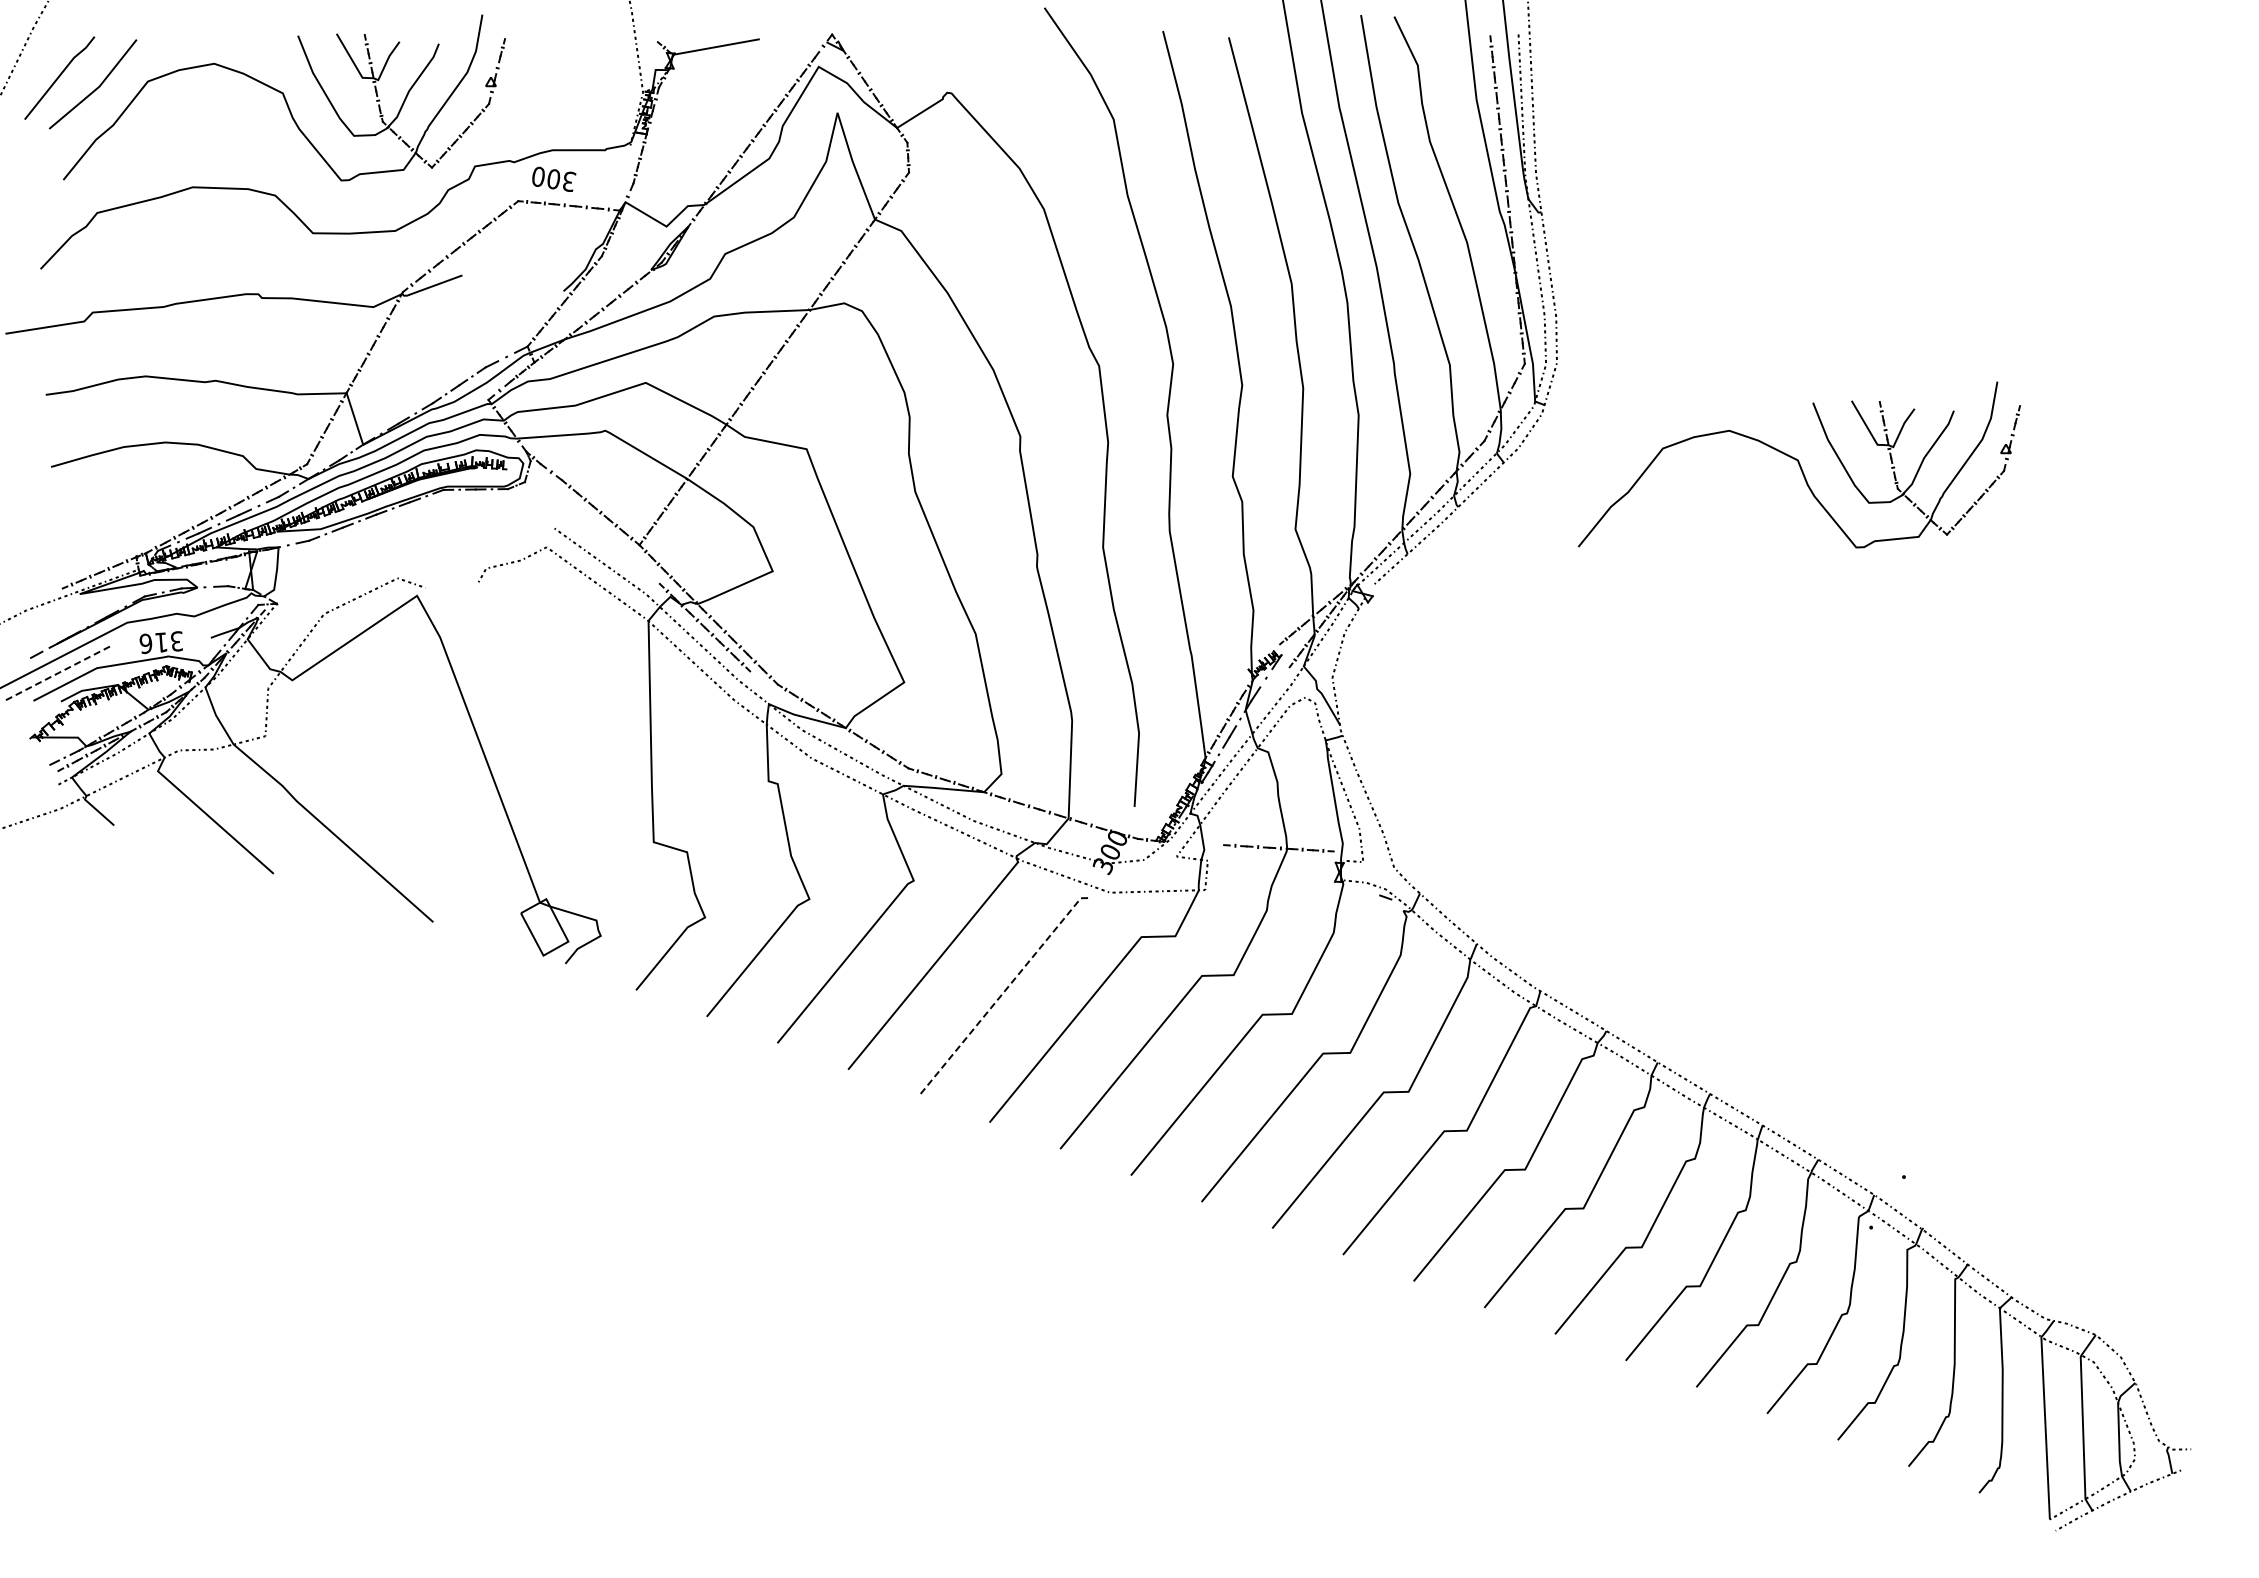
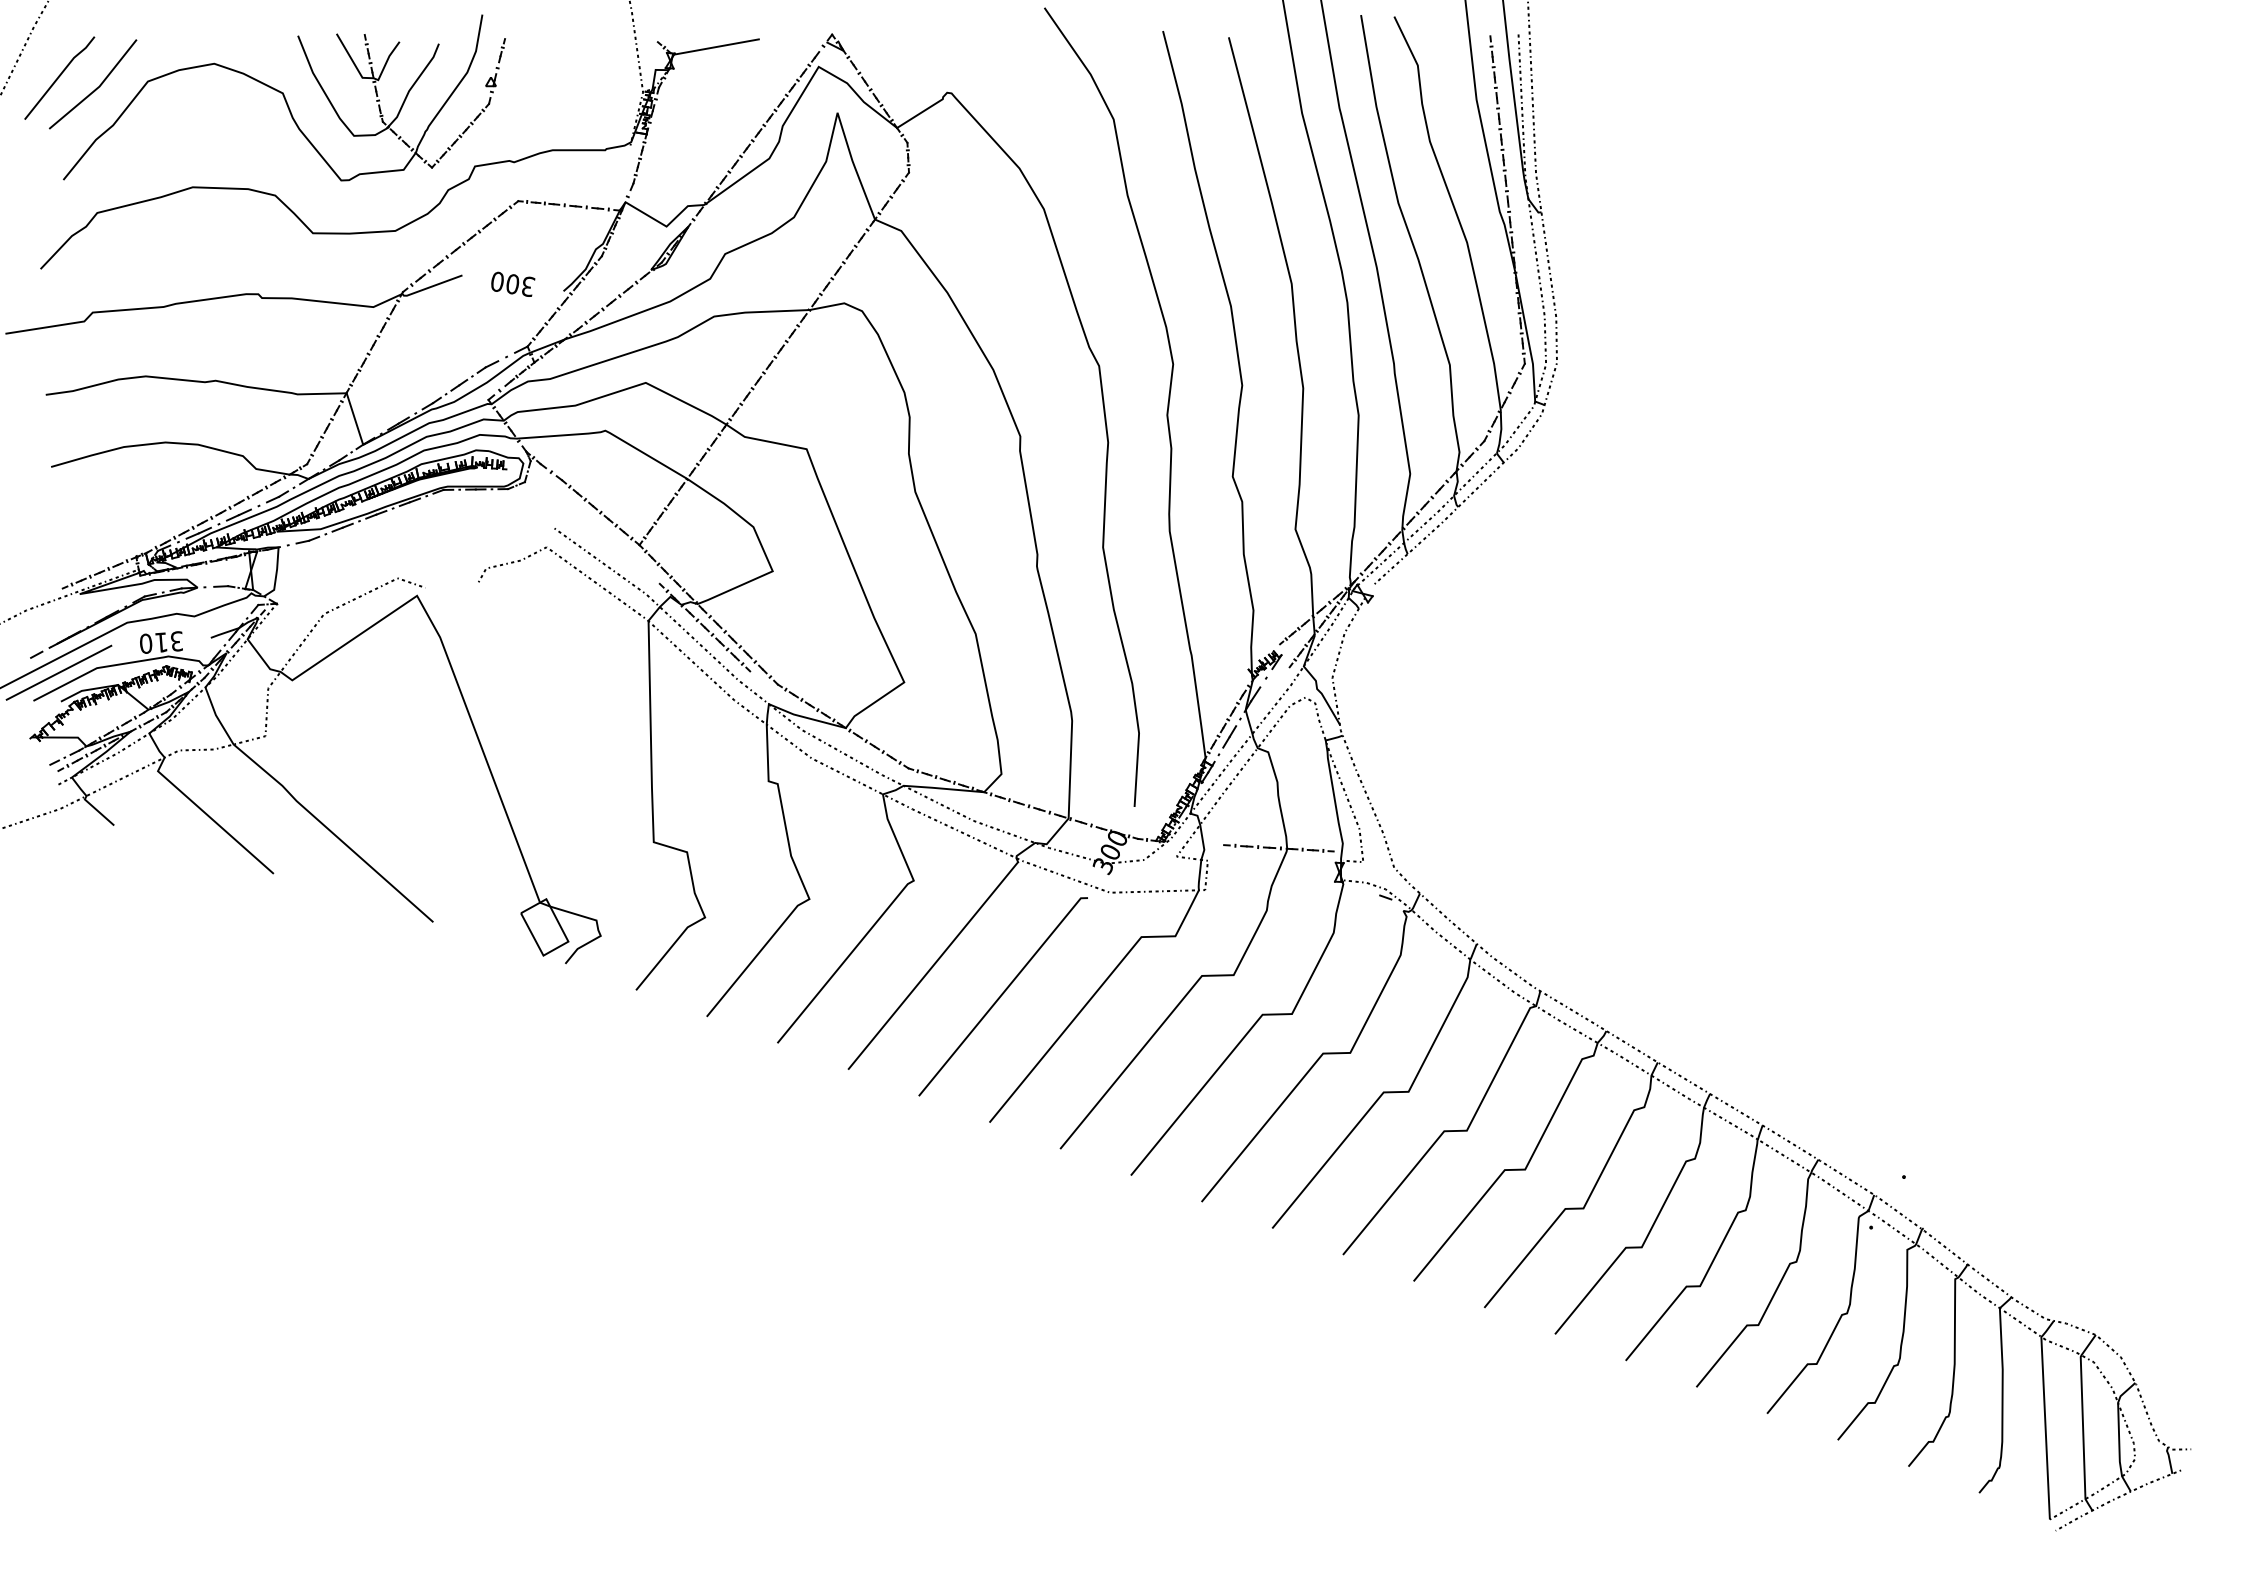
text at (554, 178) position: (554, 178) -> (513, 283)
part at (1799, 464): present -> none
text at (145, 644): 316 -> 310
line at (59, 672): dashed -> solid
line at (1002, 994): dashed -> solid
